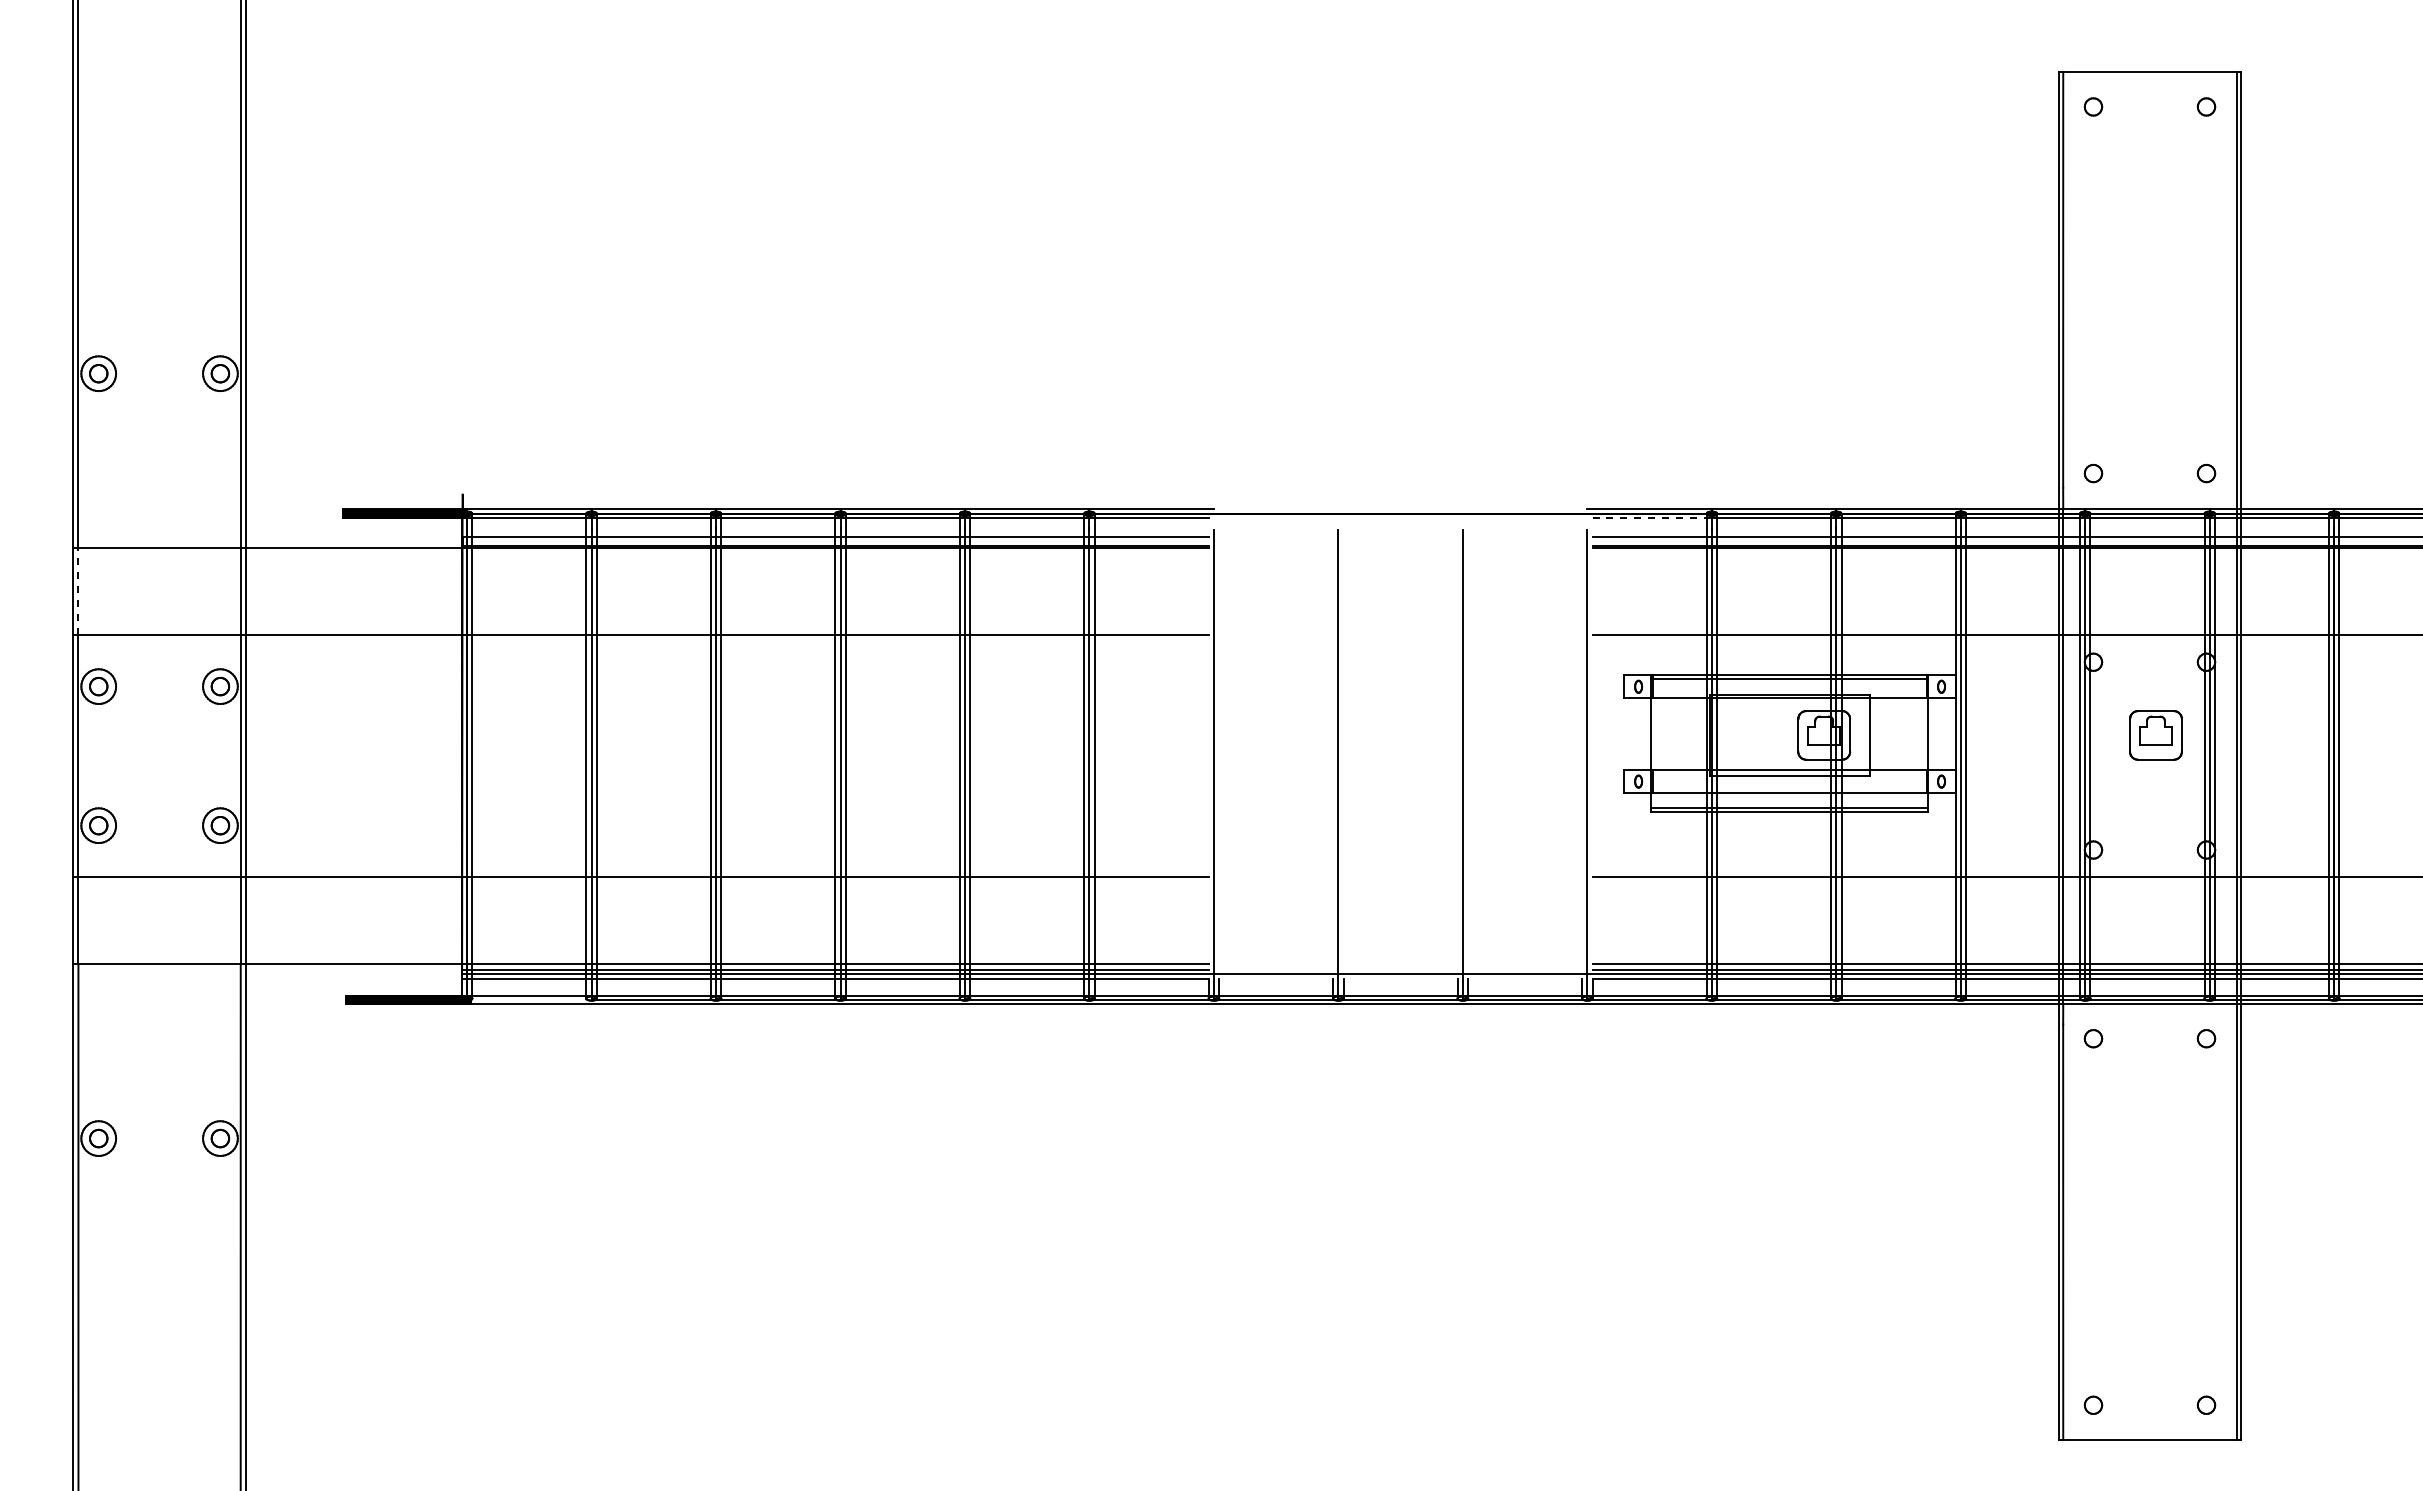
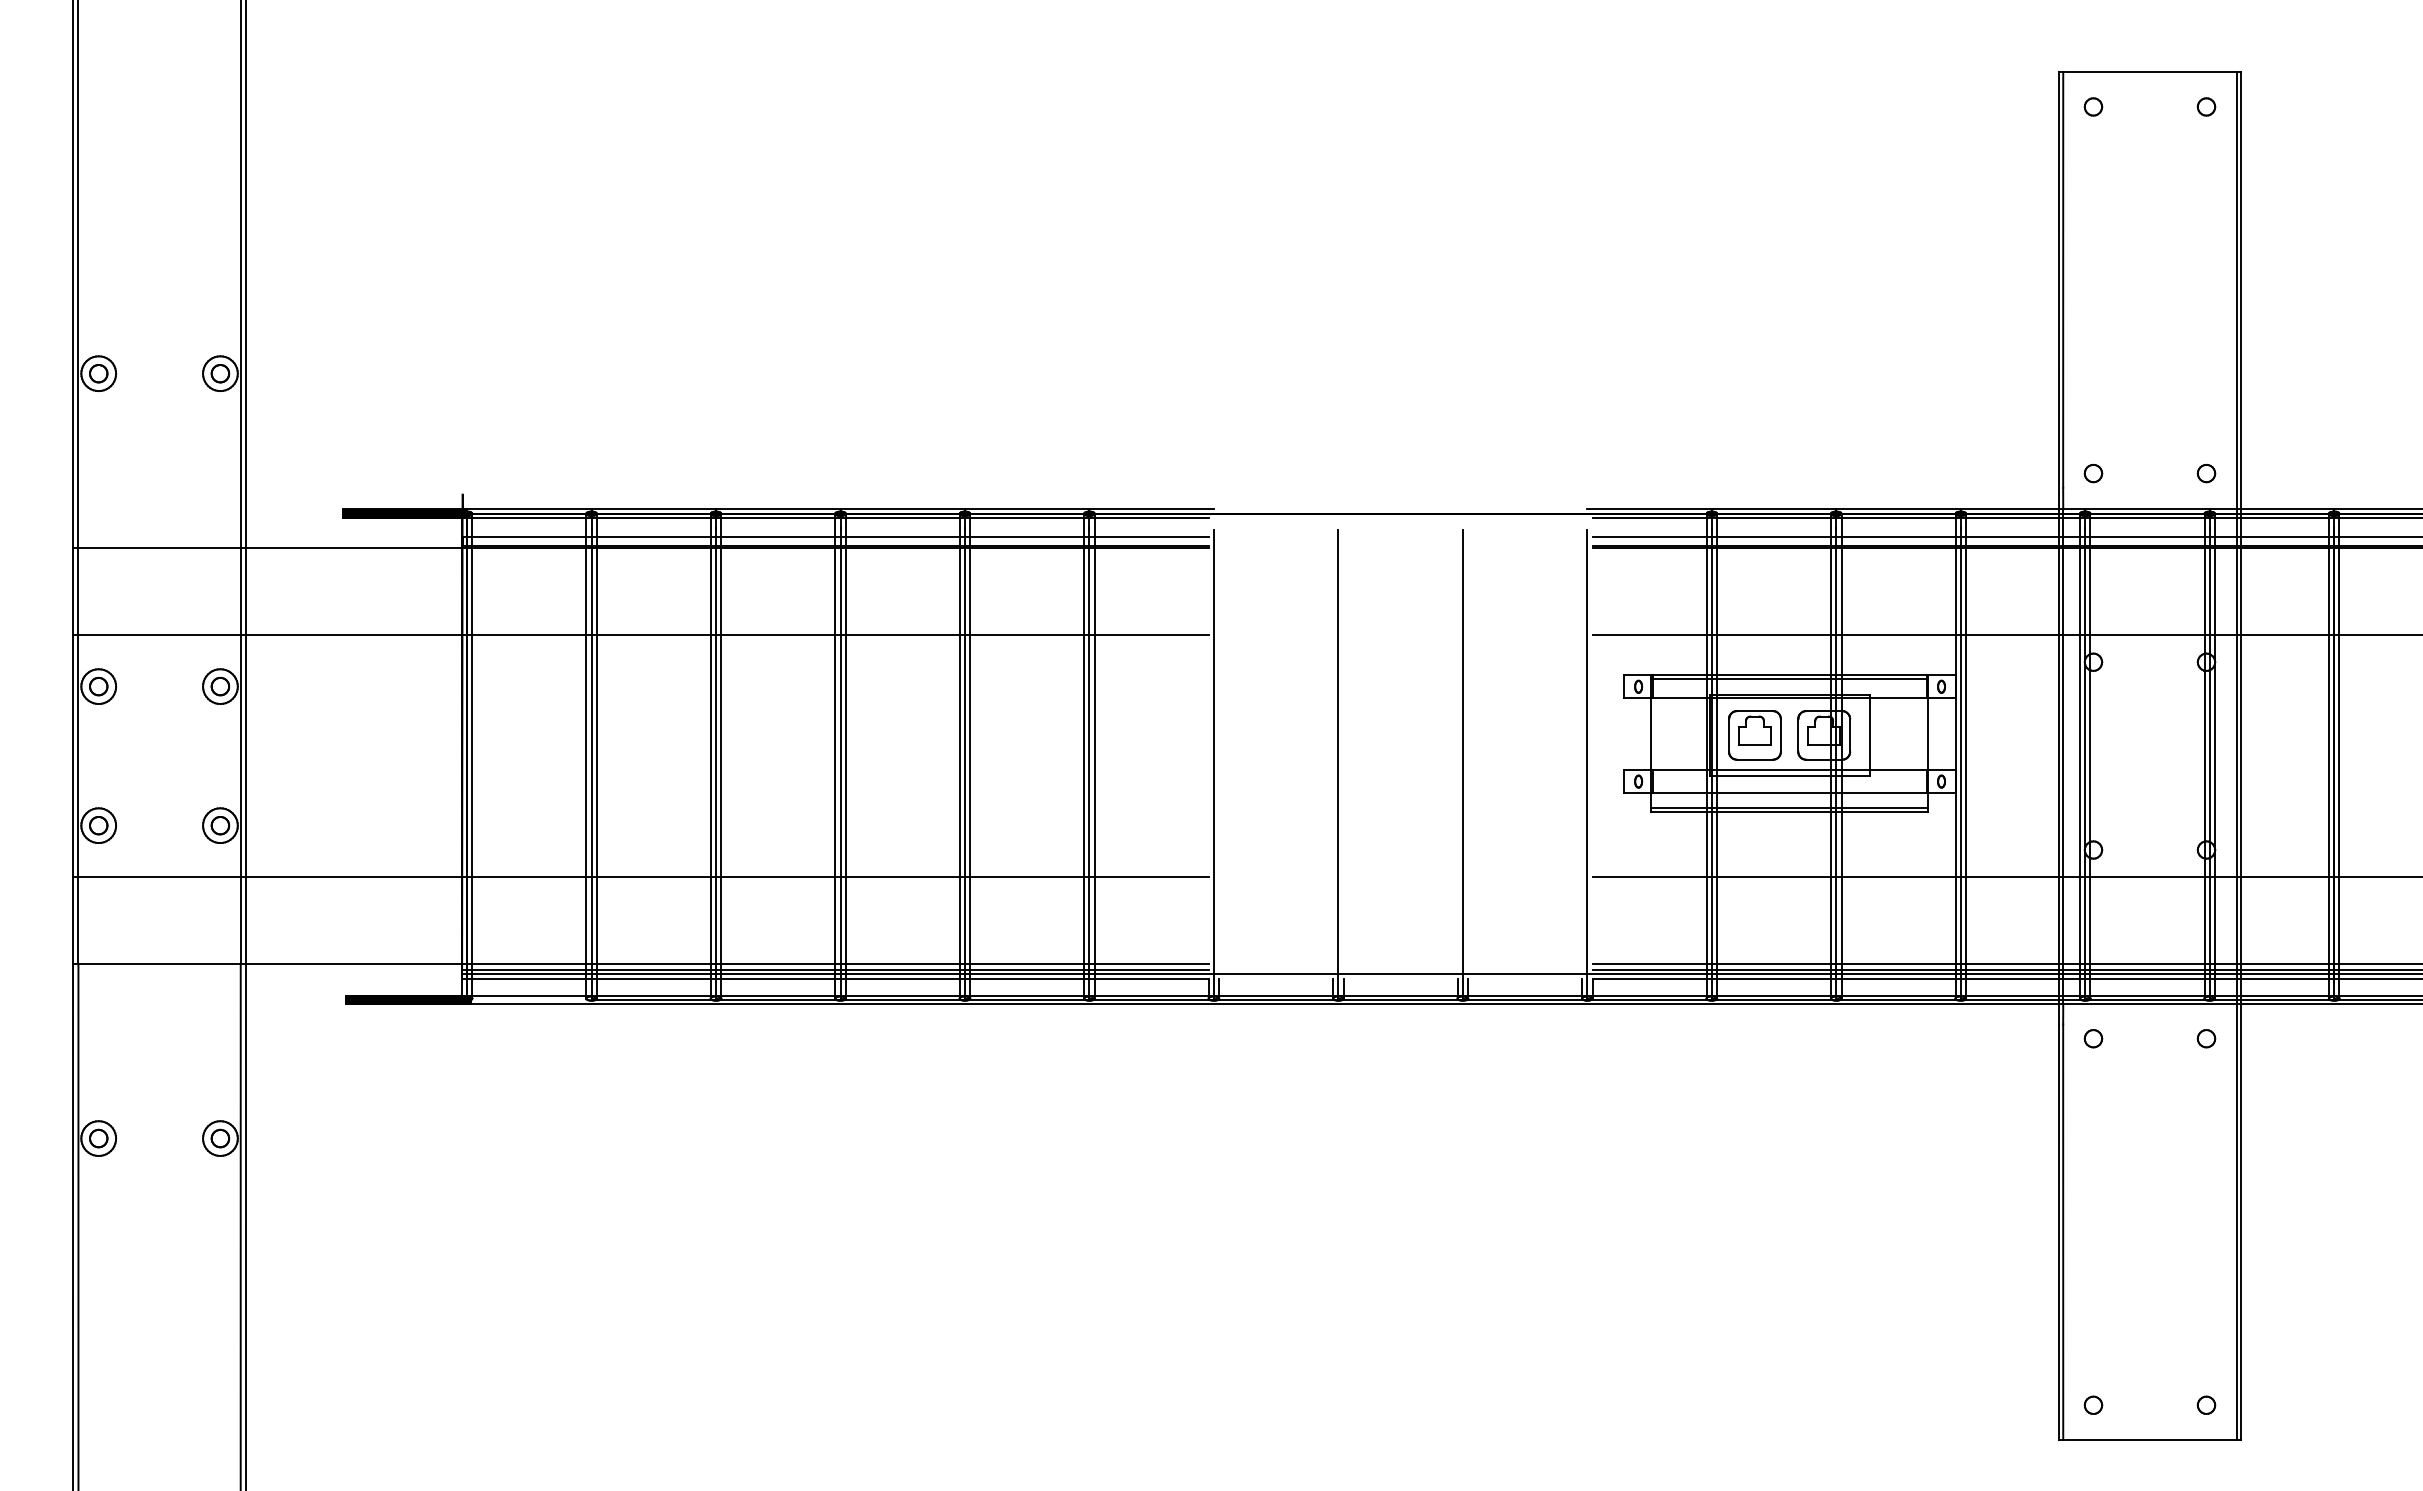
line at (1650, 518): dashed -> solid
line at (78, 591): dashed -> solid
part at (2155, 735) position: (2155, 735) -> (1754, 735)
